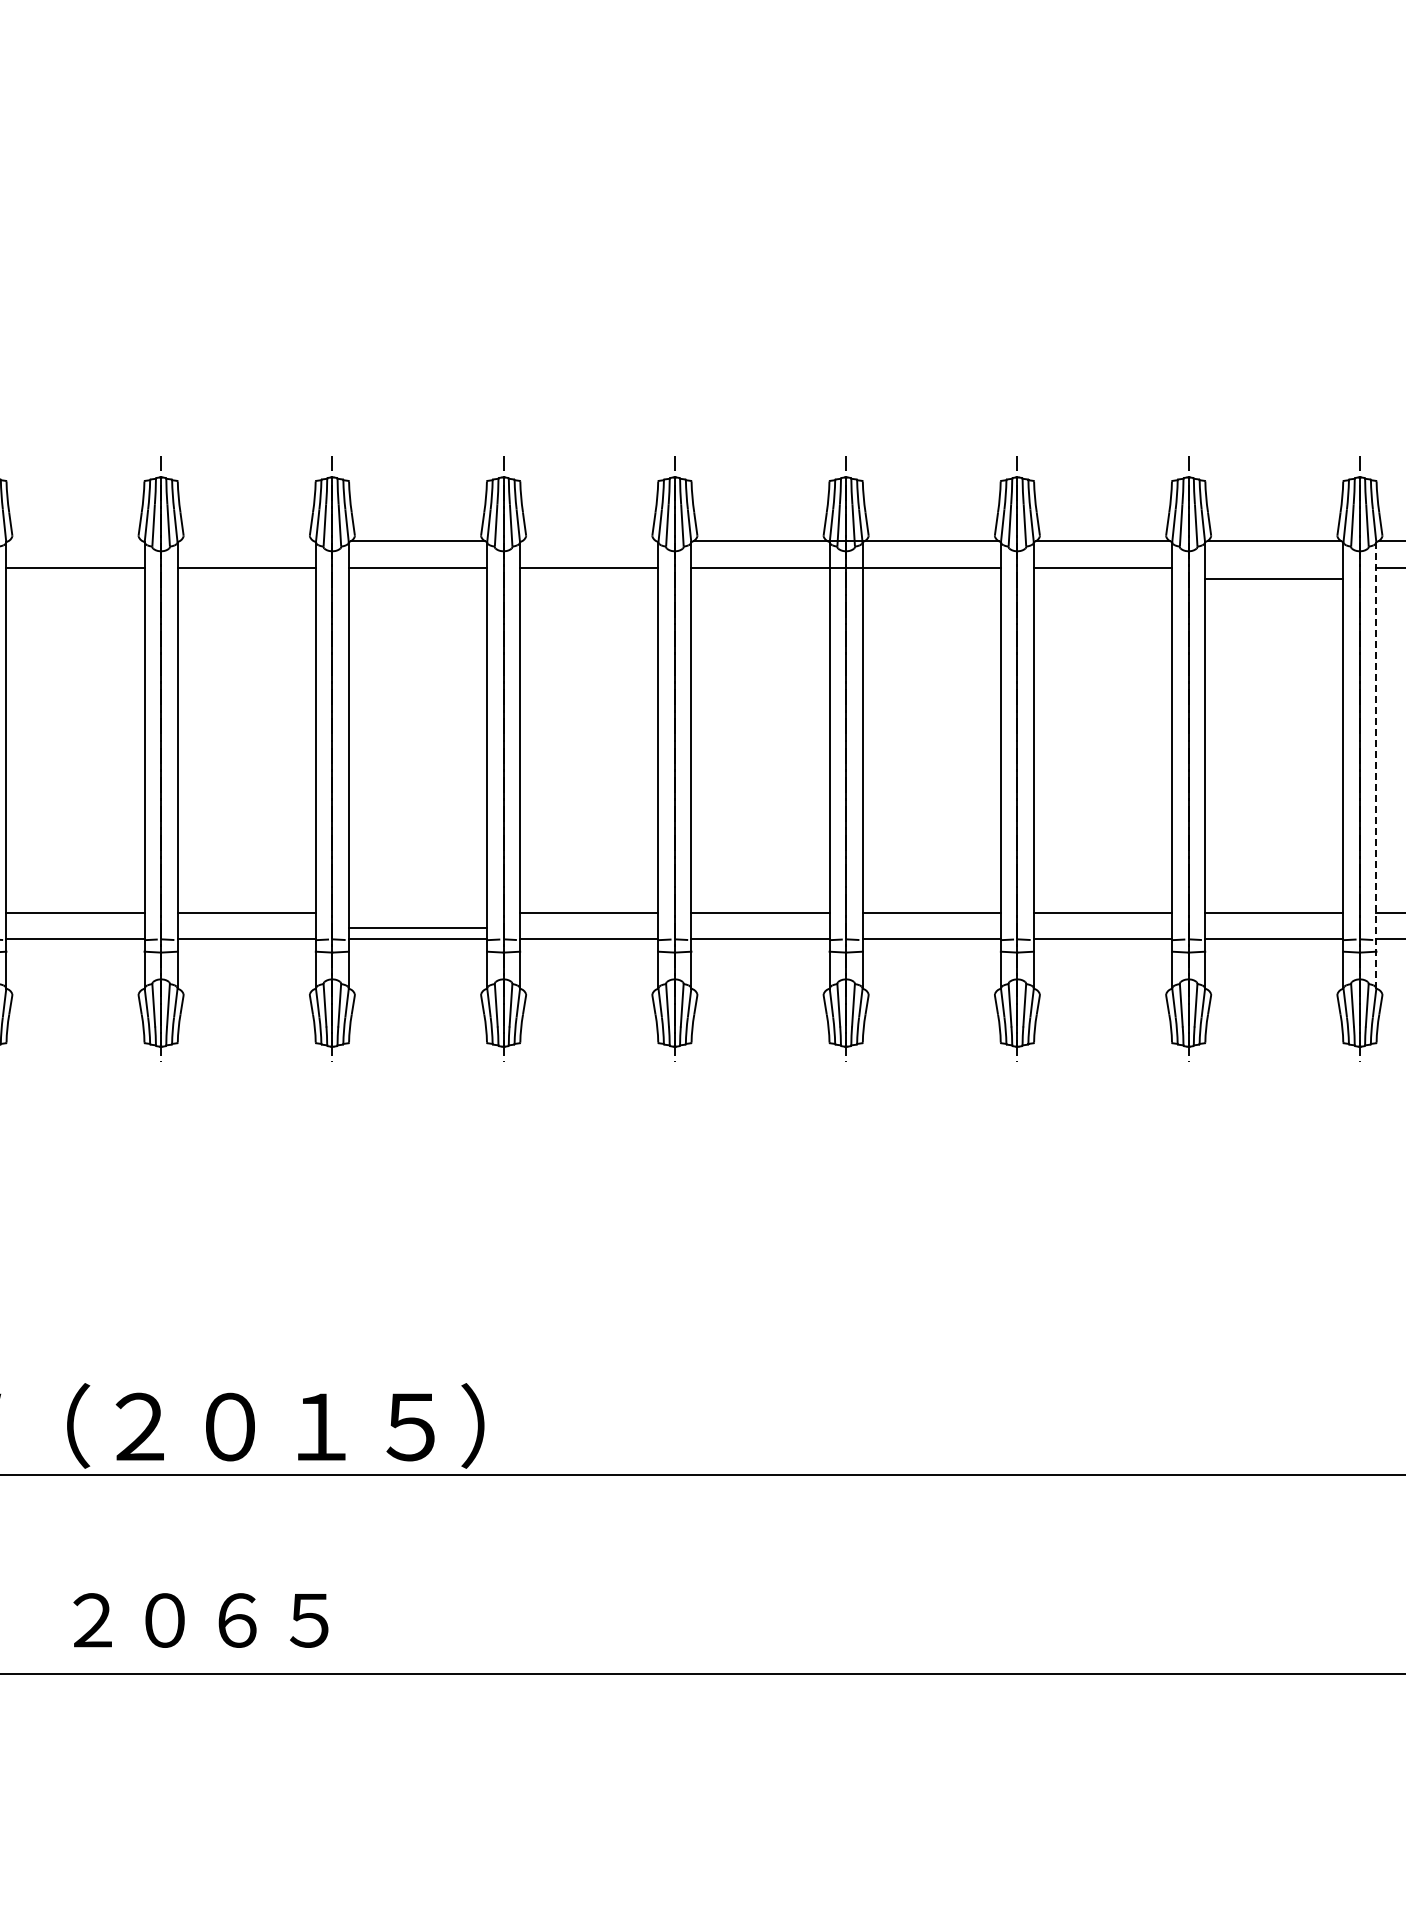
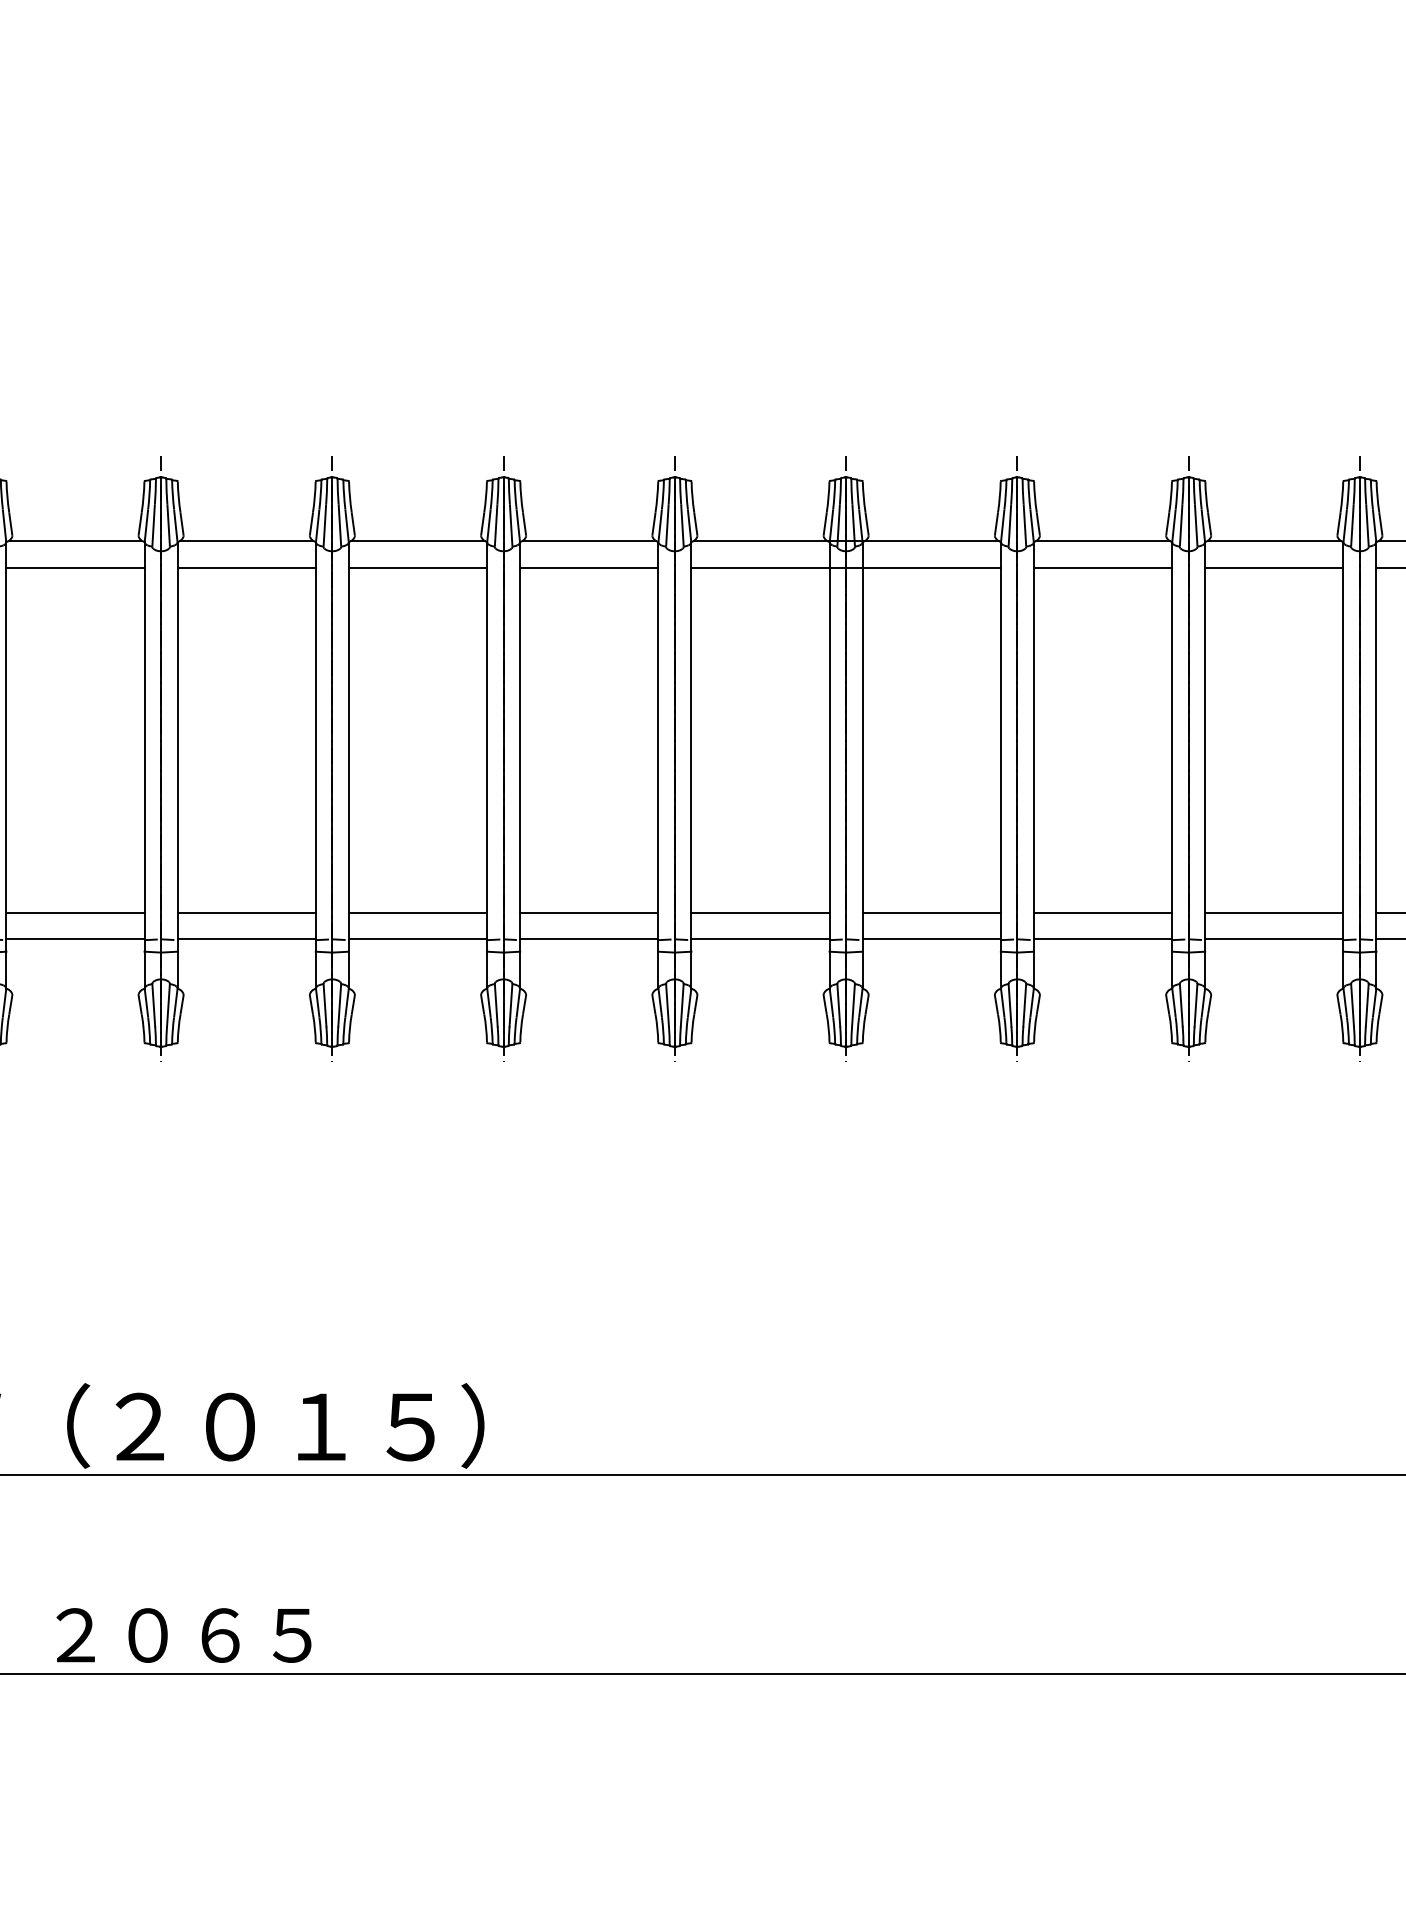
line at (75, 541): none -> present
line at (246, 541): none -> present
line at (588, 541): none -> present
line at (1274, 578) position: (1274, 578) -> (1274, 567)
line at (1376, 765): dashed -> solid
line at (417, 927) position: (417, 927) -> (417, 912)
text at (200, 1620) position: (200, 1620) -> (183, 1635)
